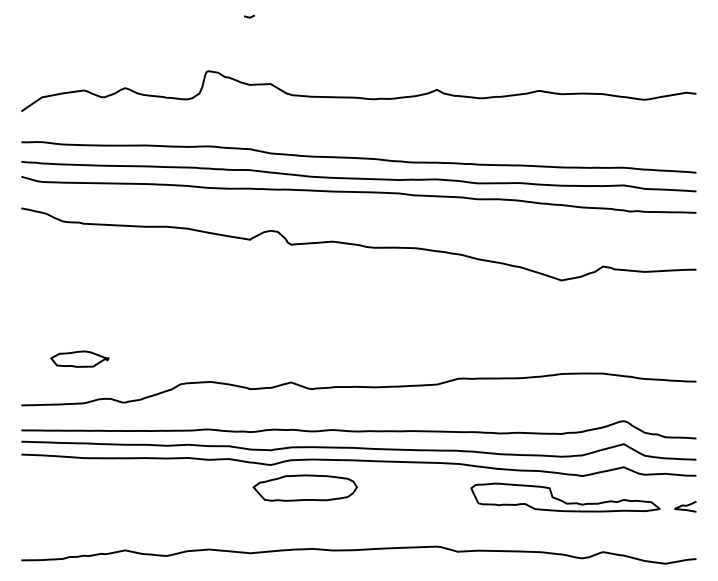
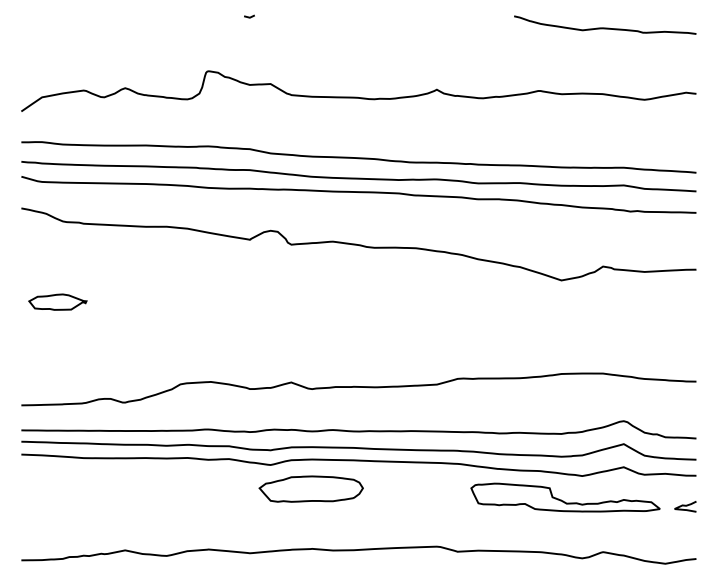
curve at (605, 27): none -> present
part at (79, 358) position: (79, 358) -> (57, 301)
part at (304, 487) position: (304, 487) -> (310, 488)
